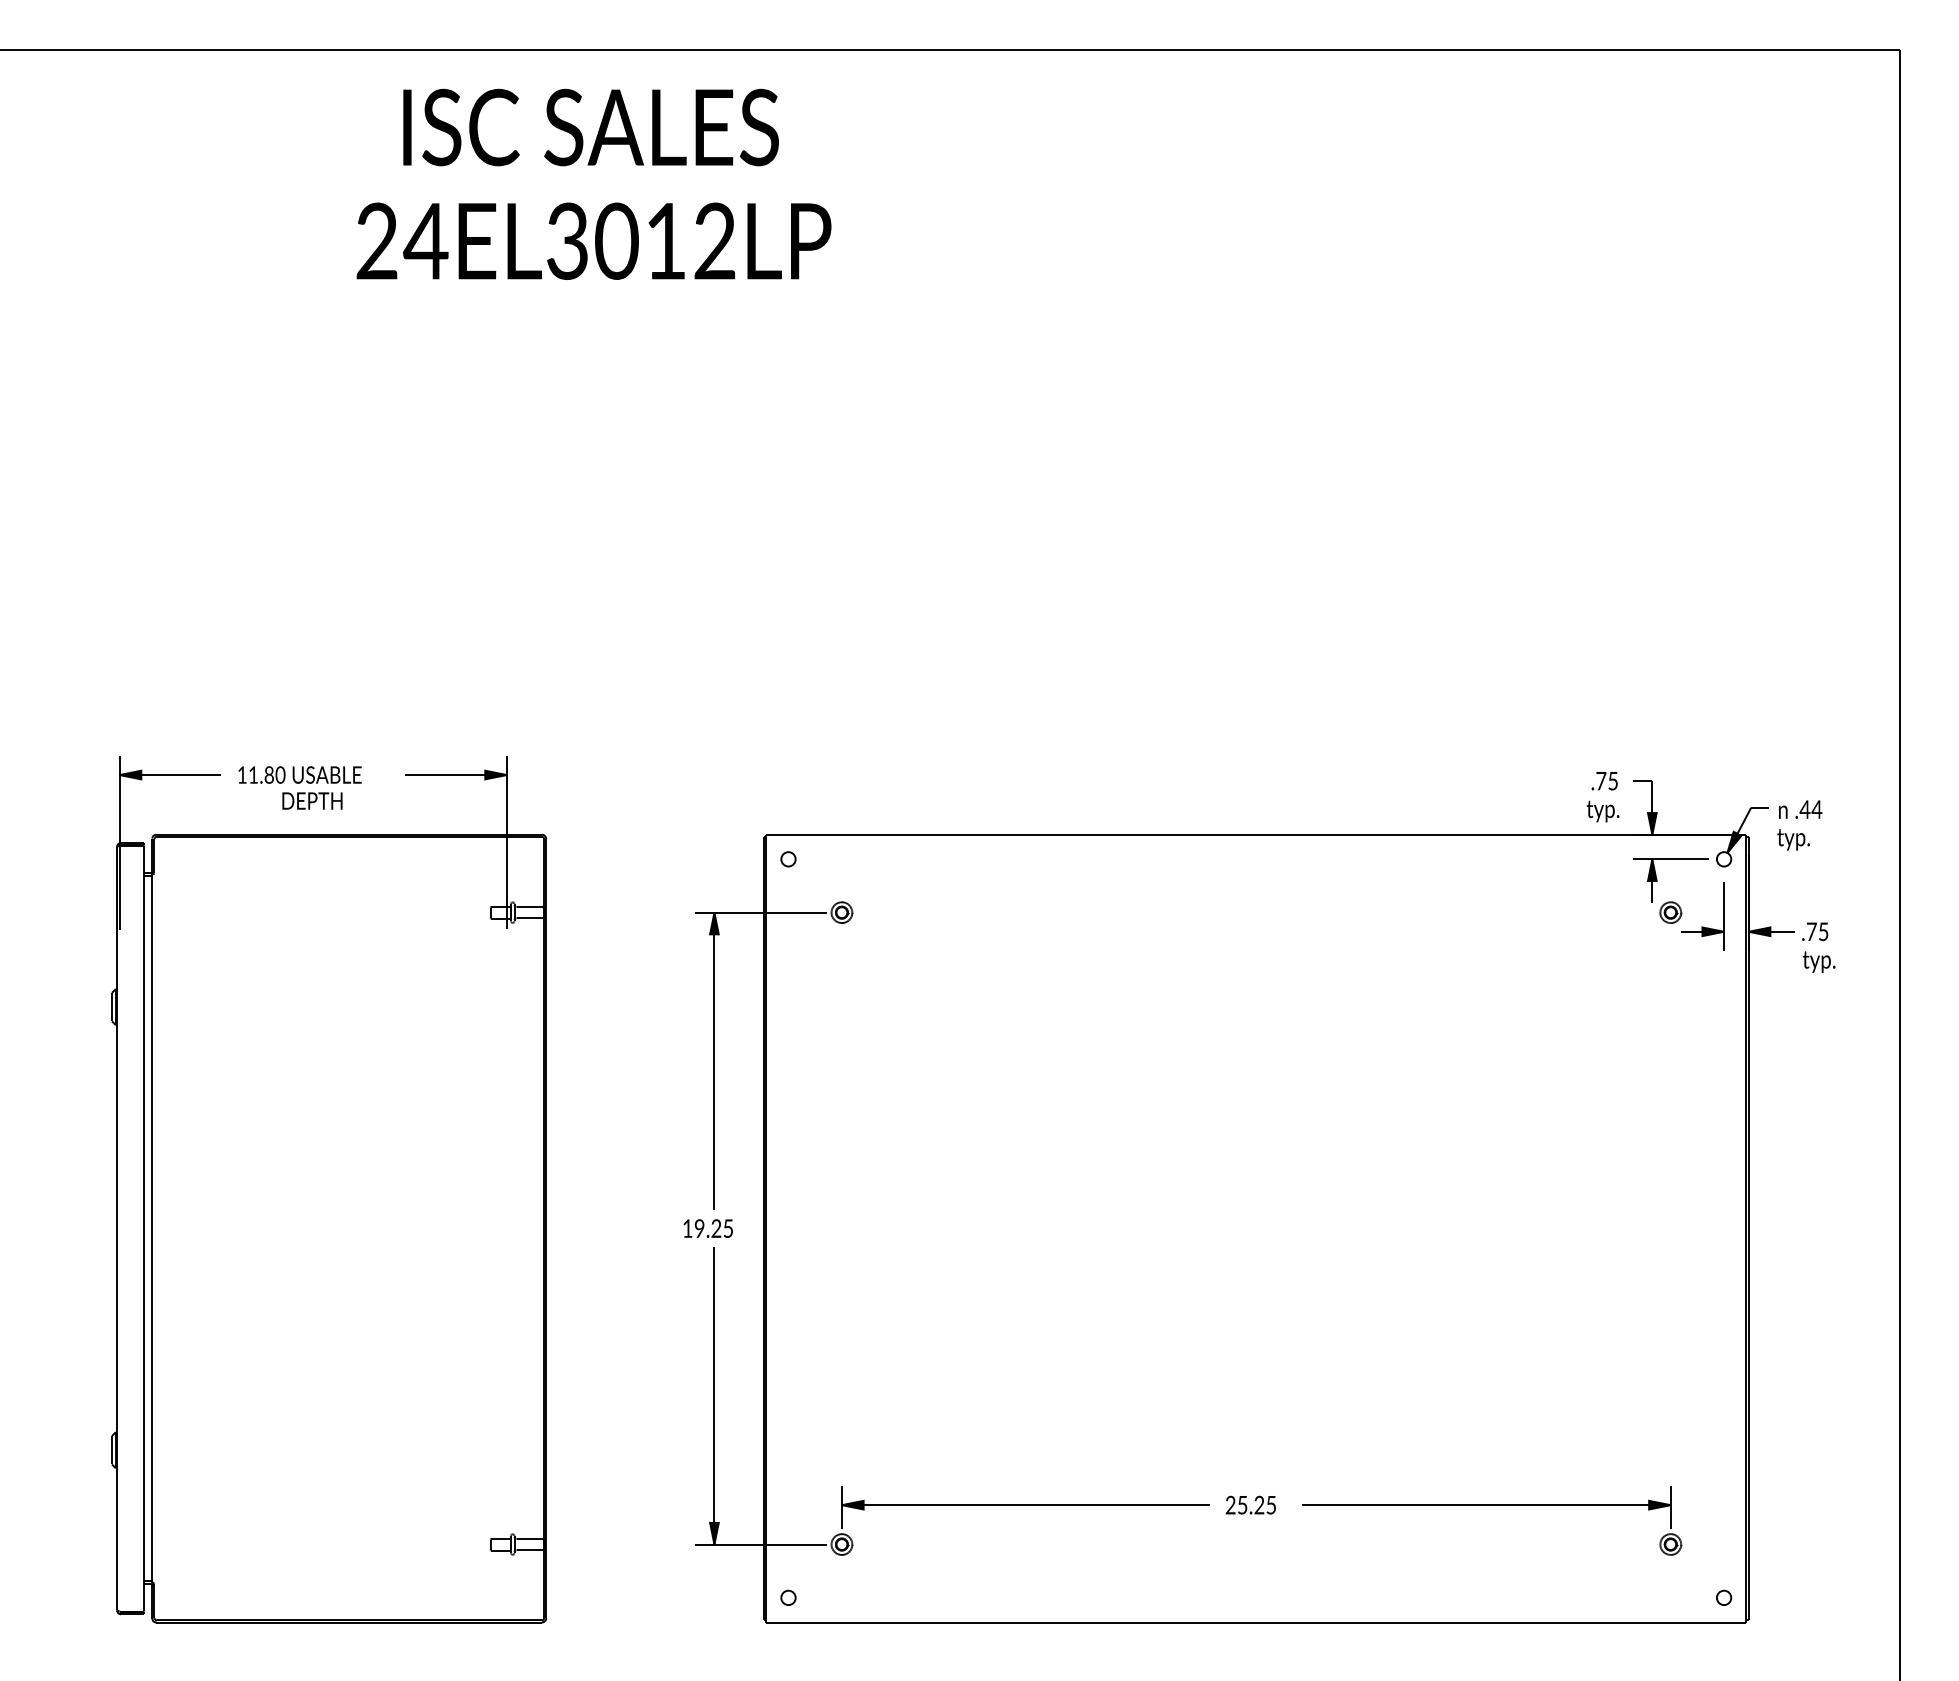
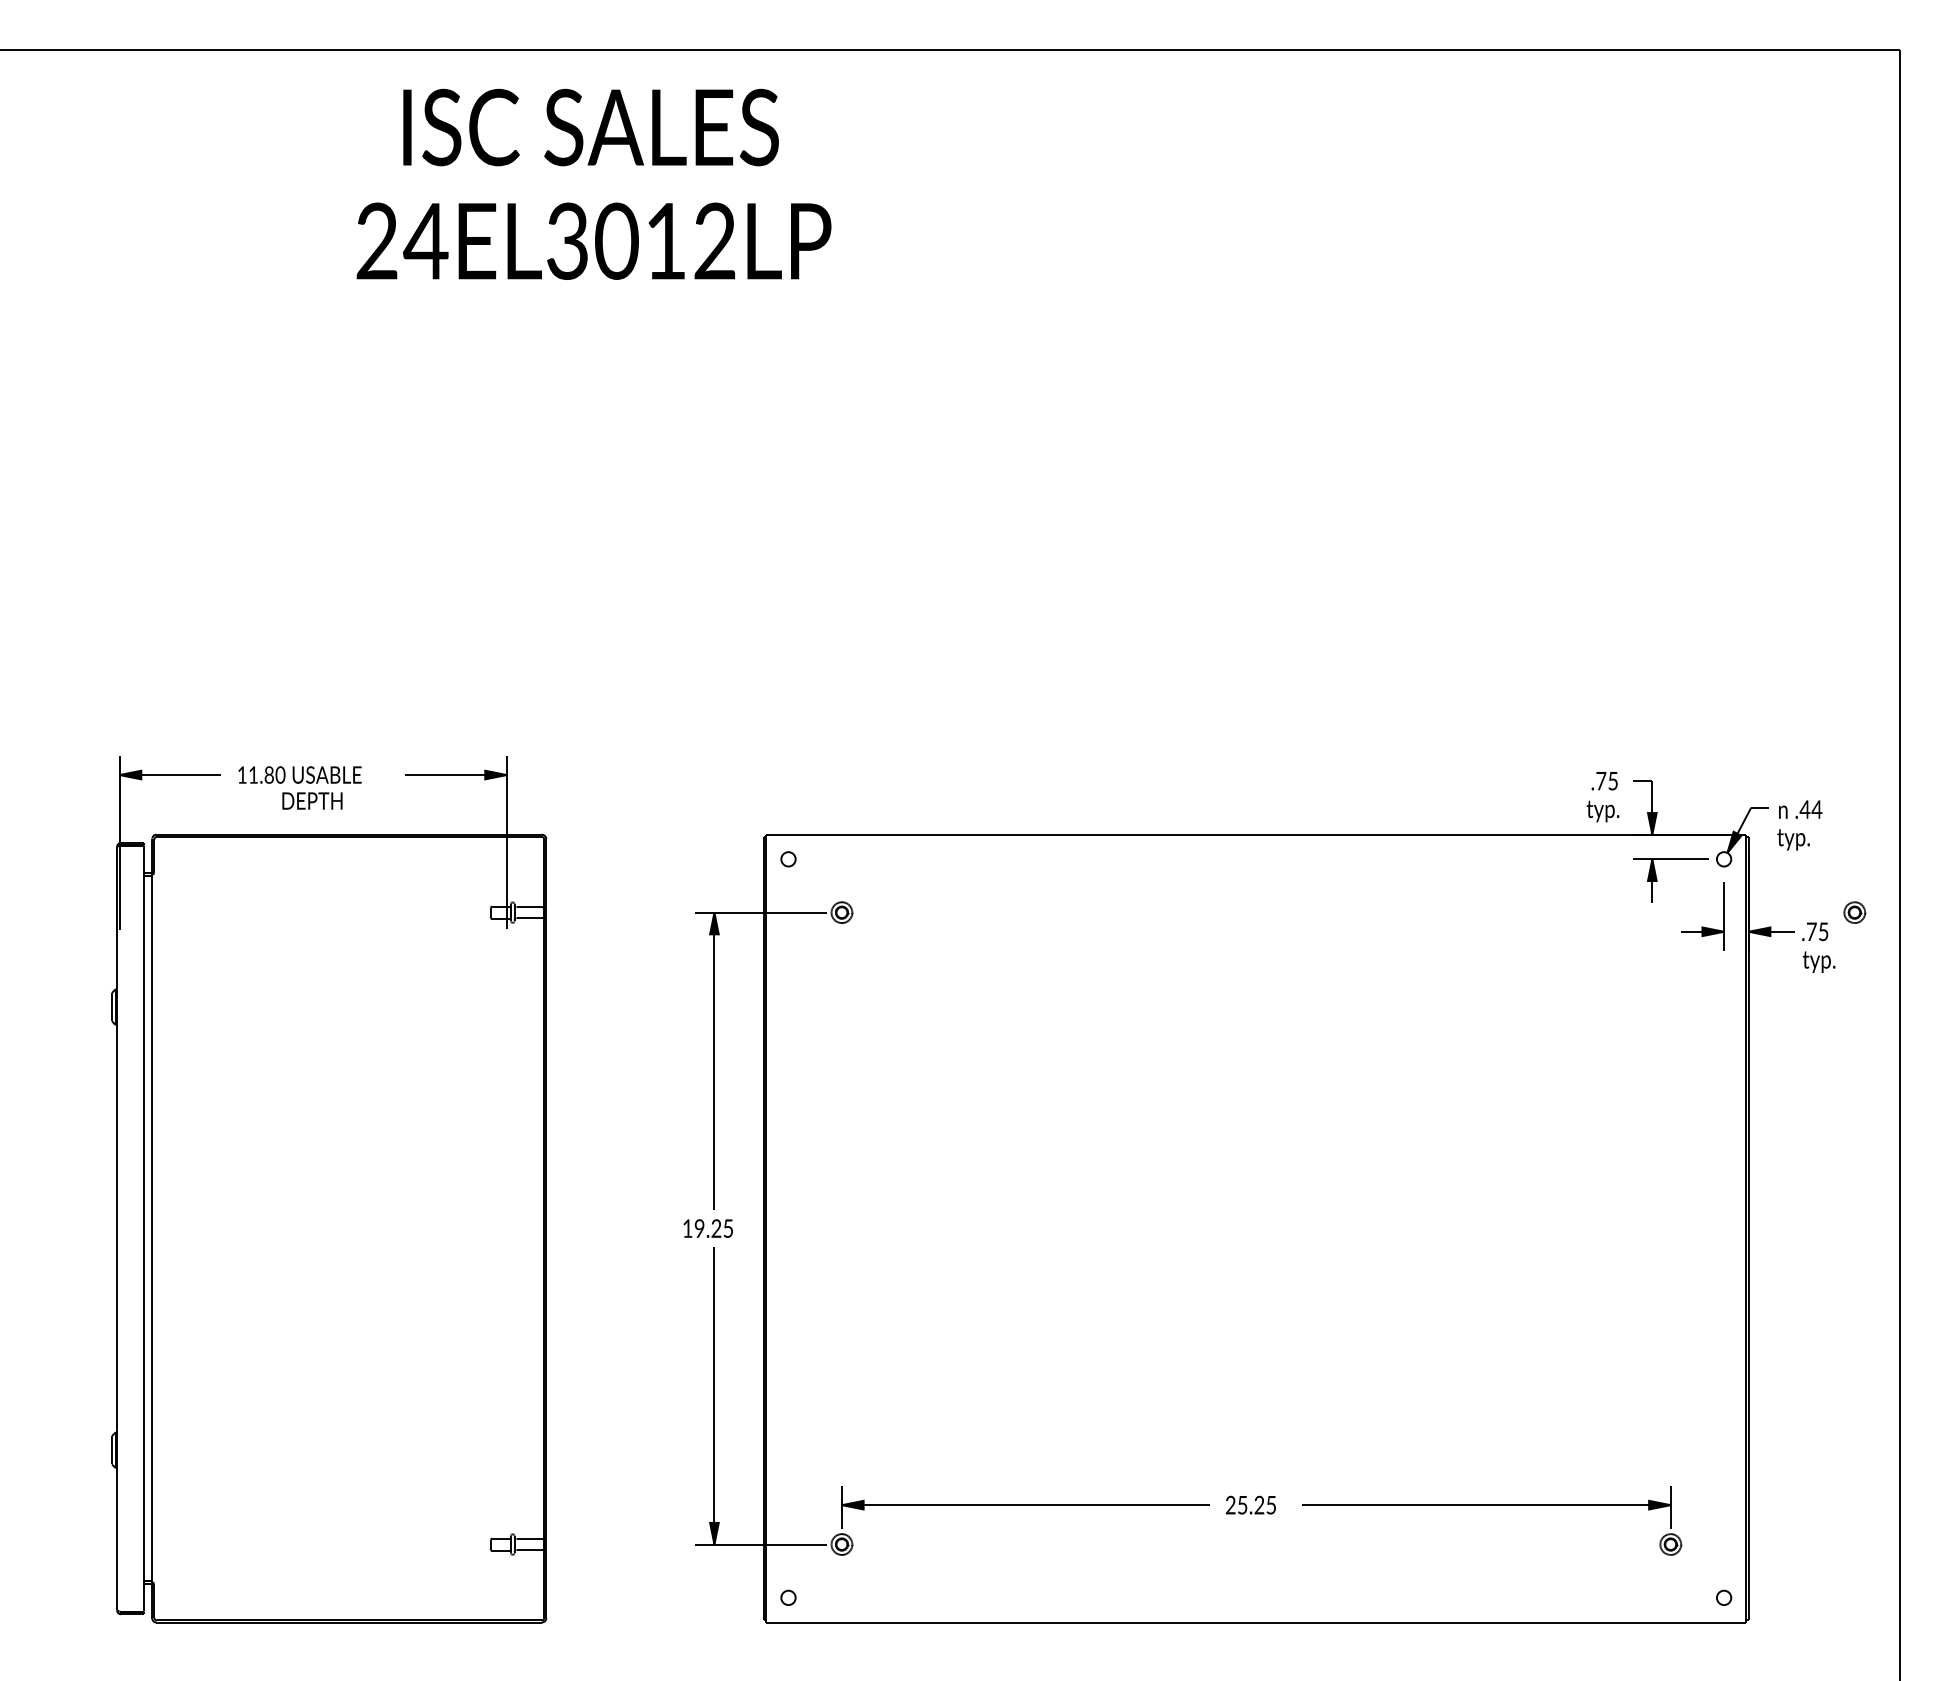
part at (1670, 912) position: (1670, 912) -> (1854, 912)
